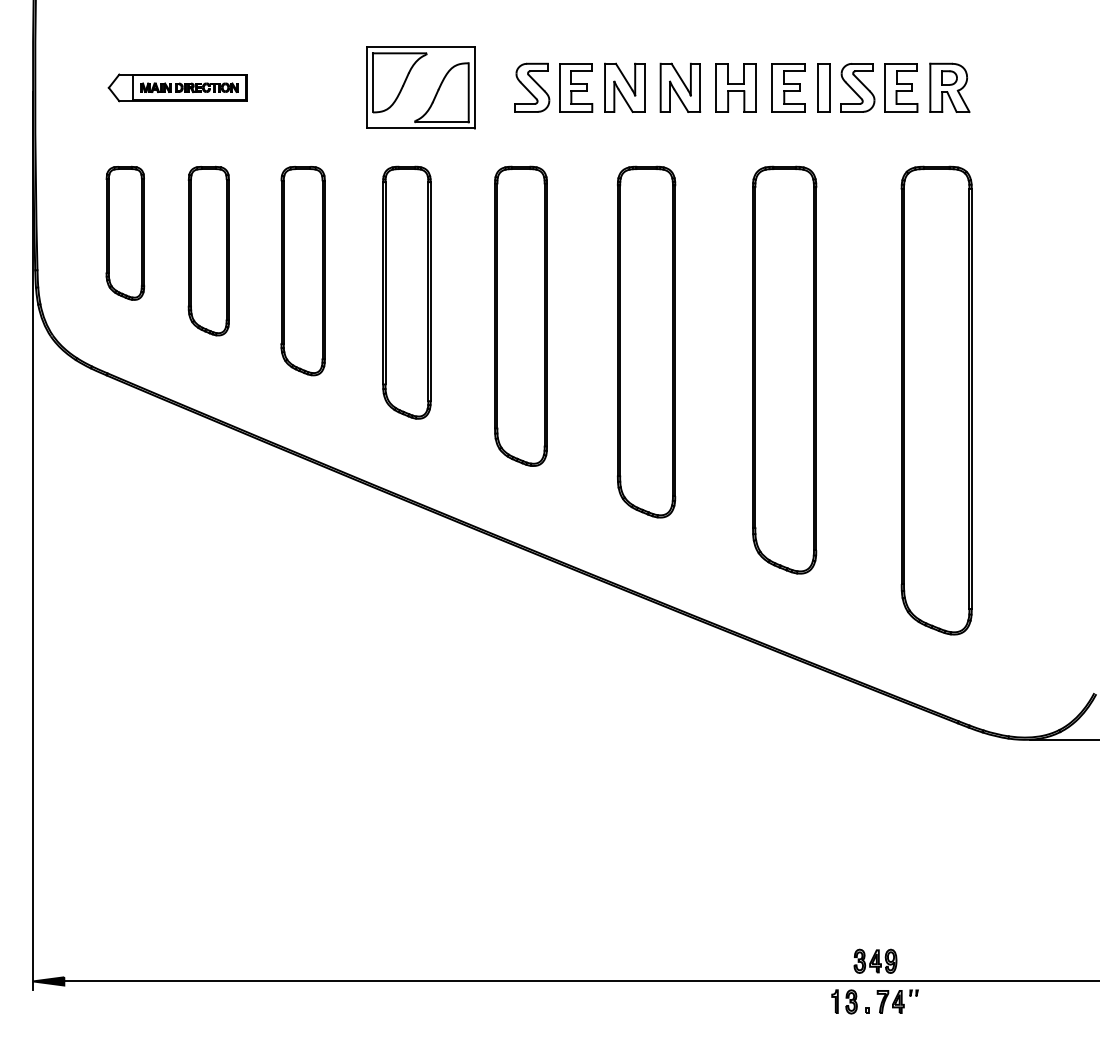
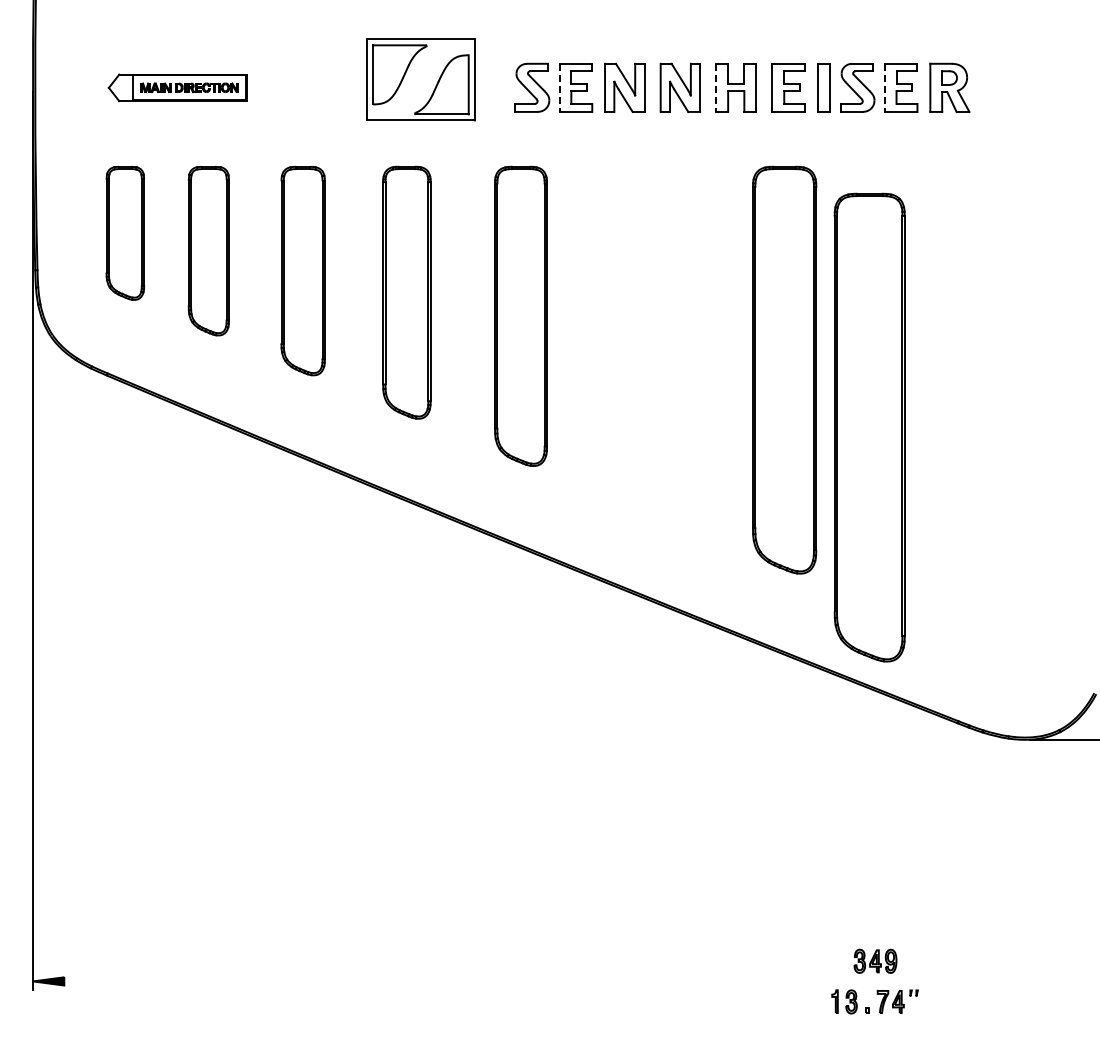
part at (420, 87) position: (420, 87) -> (420, 79)
line at (559, 88): solid -> dashed
line at (716, 88): solid -> dashed
line at (884, 88): solid -> dashed
part at (646, 341): present -> none
part at (936, 400) position: (936, 400) -> (869, 427)
line at (580, 981): present -> none
